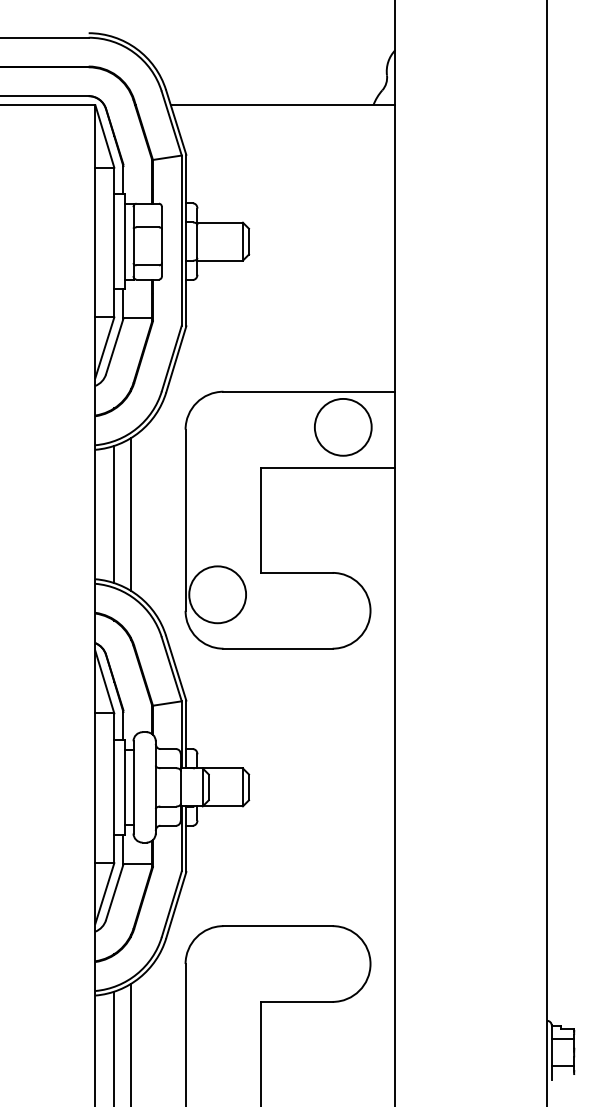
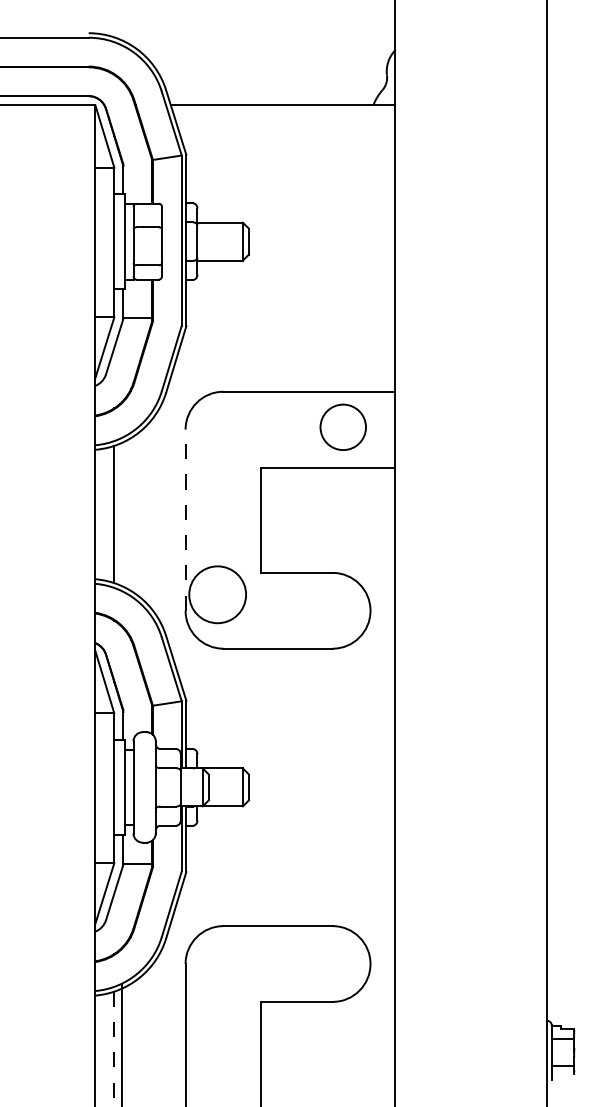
circle at (342, 426) diameter: 57 px -> 45 px
line at (131, 514): present -> none
line at (185, 520): solid -> dashed
line at (131, 1043) position: (131, 1043) -> (122, 1043)
line at (114, 1049): solid -> dashed
